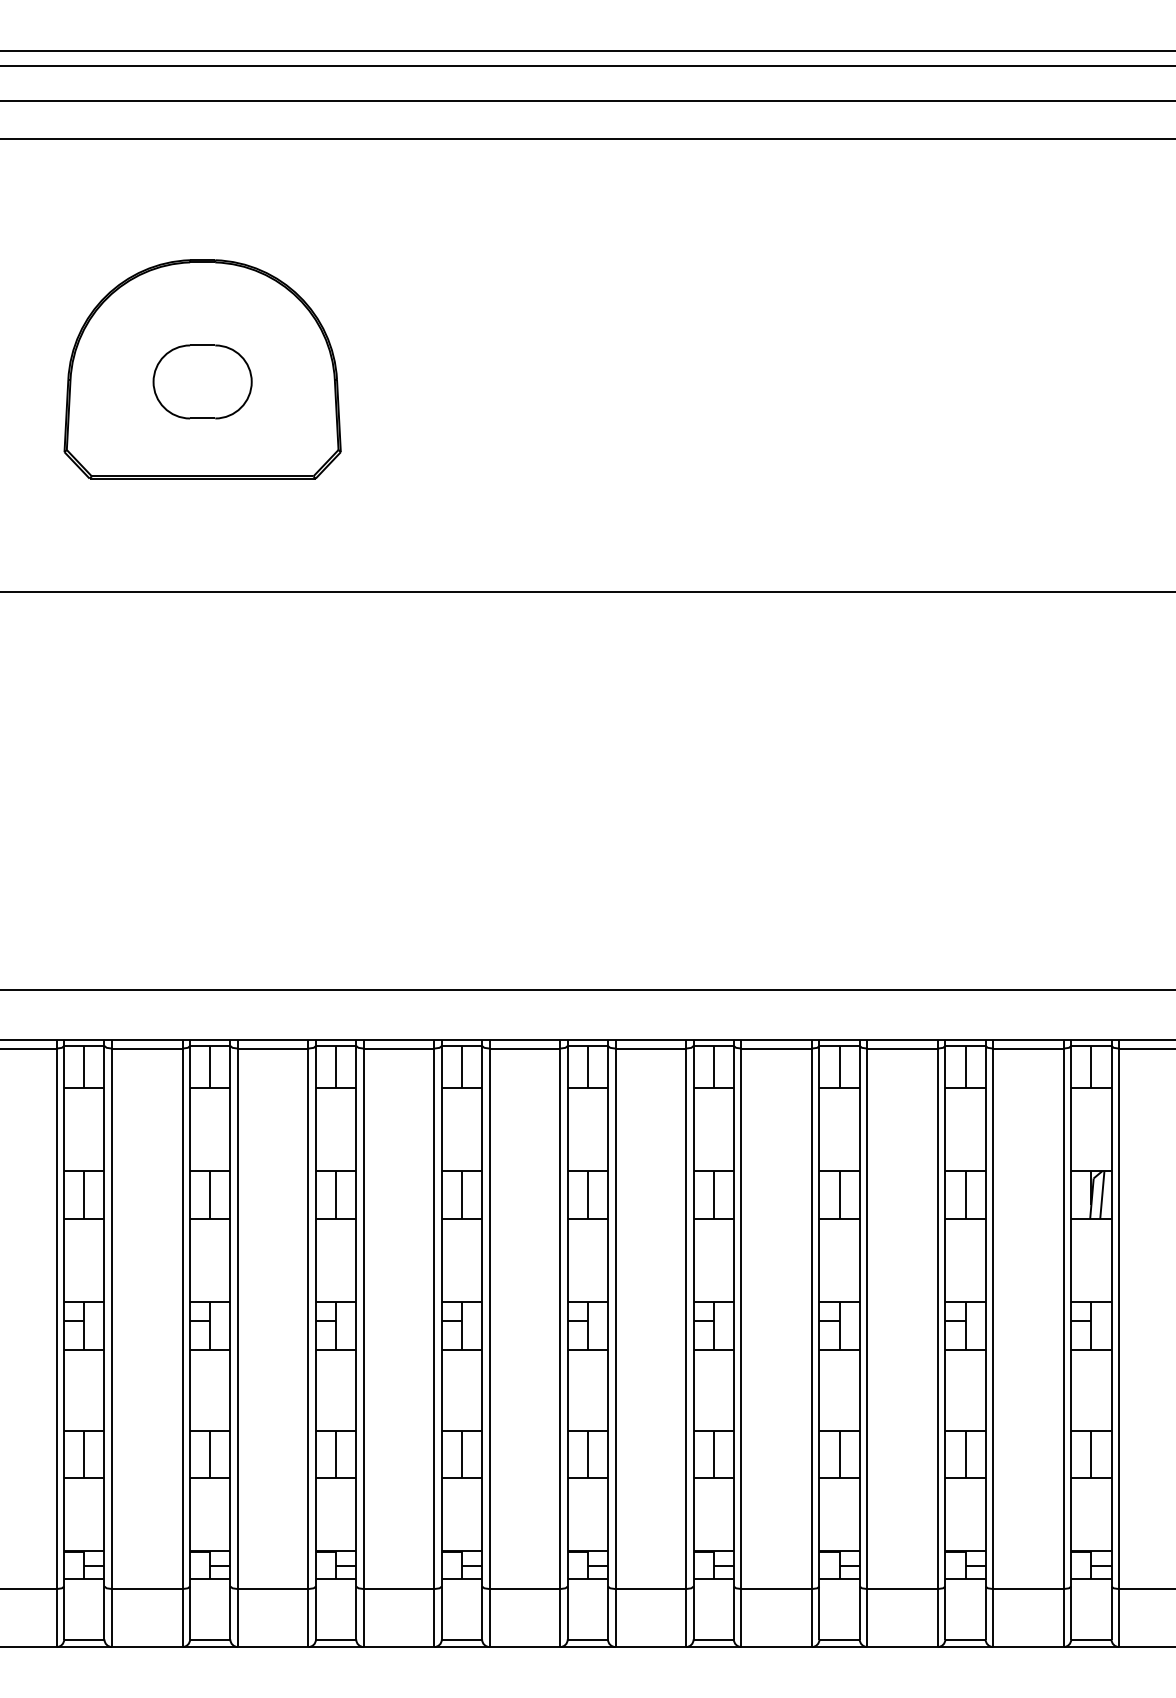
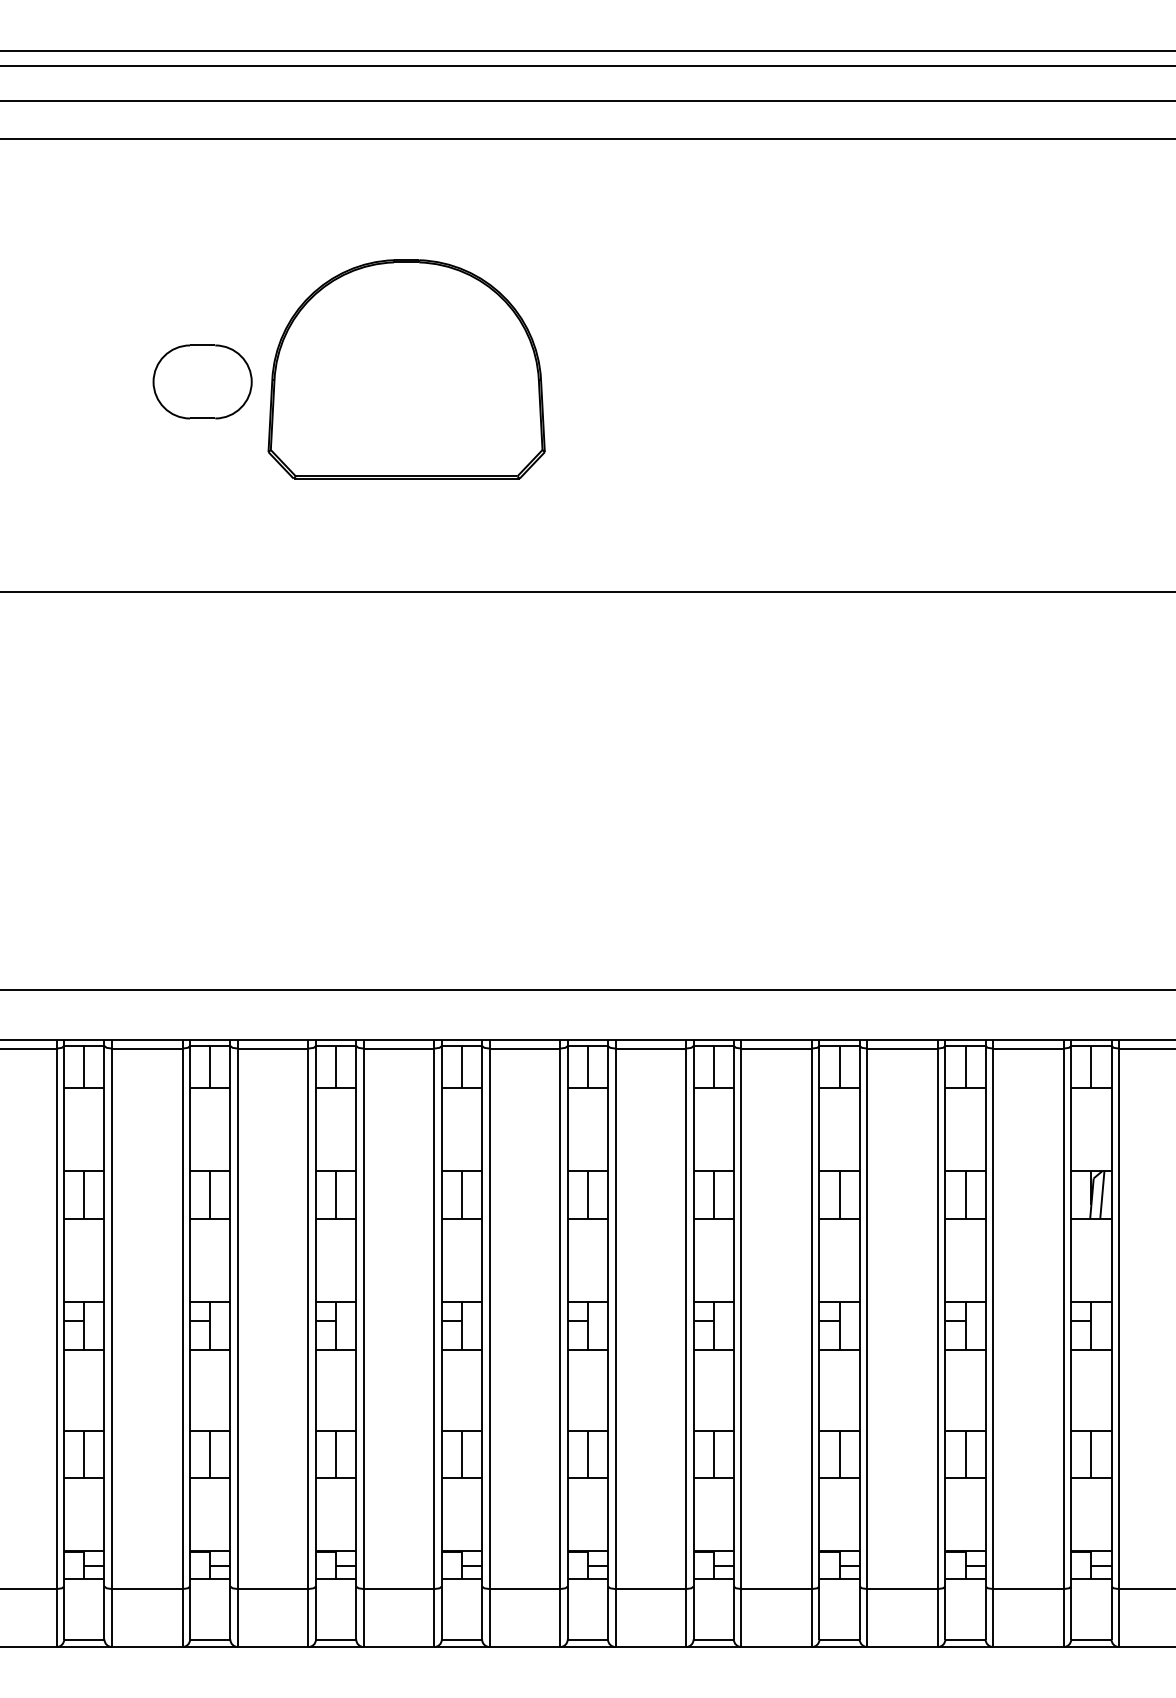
part at (202, 369) position: (202, 369) -> (406, 369)
